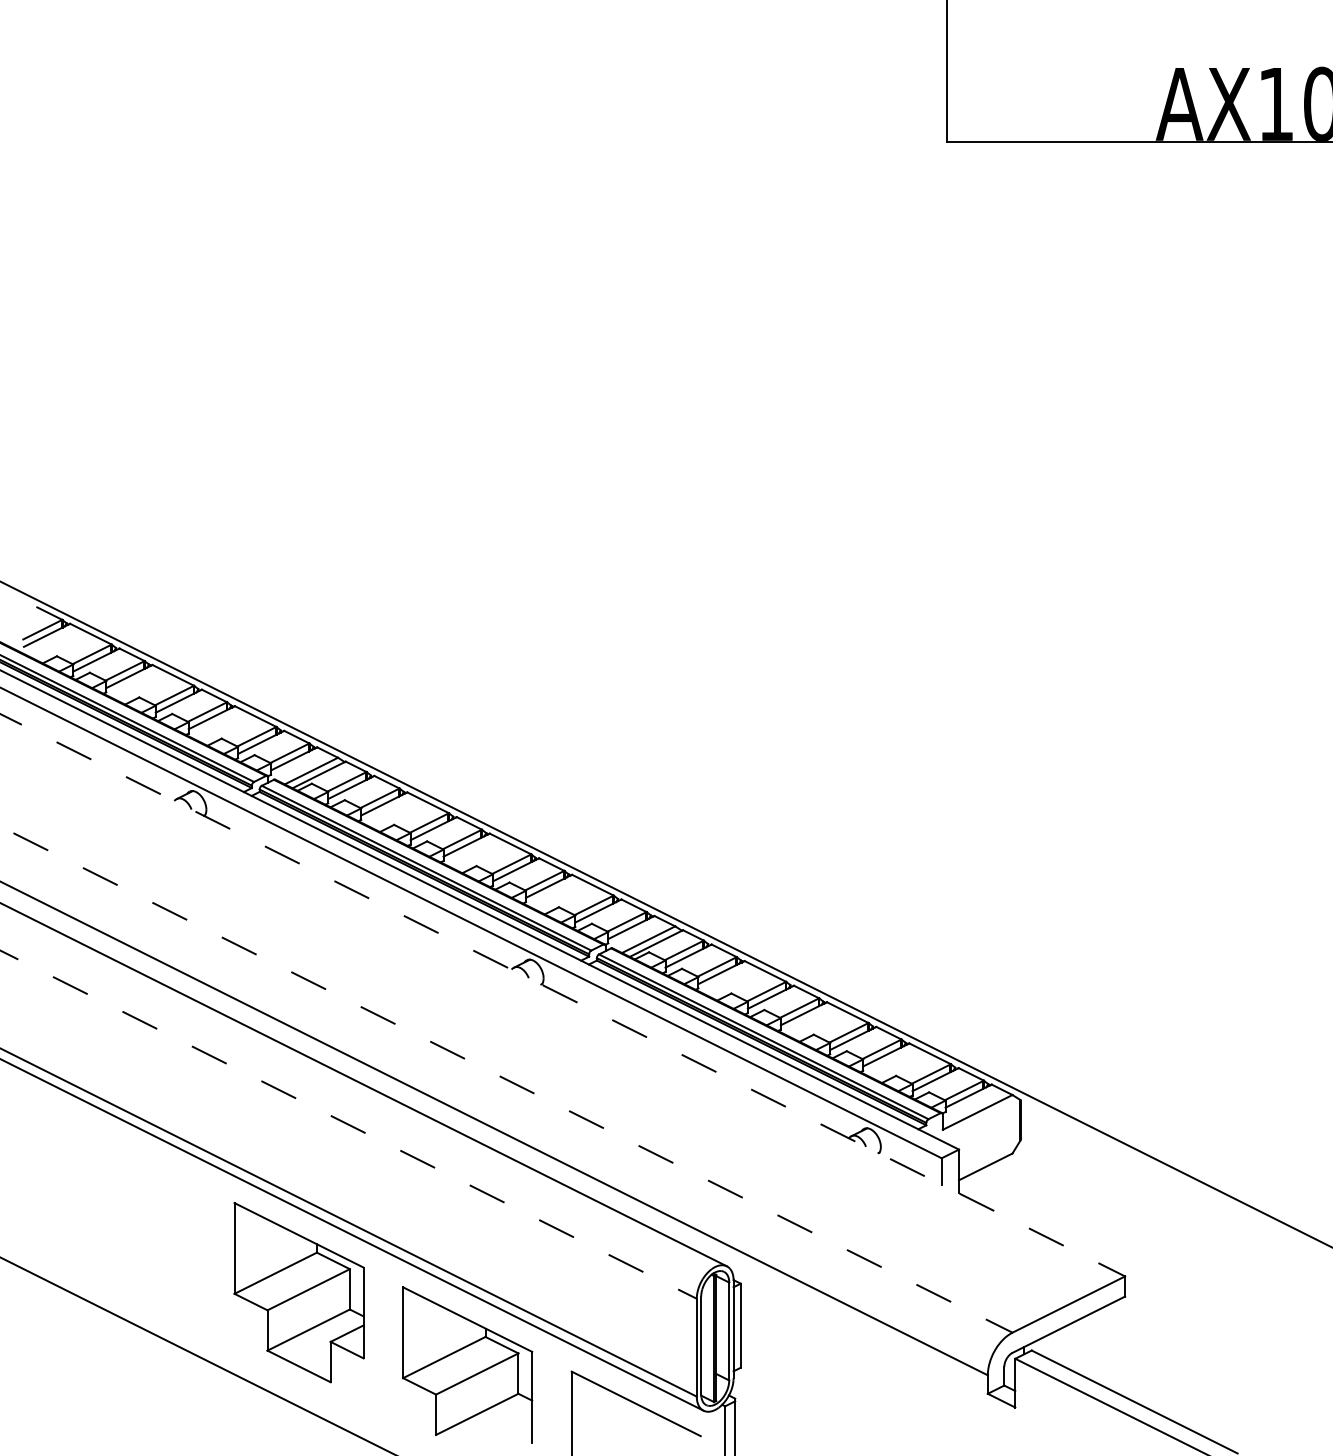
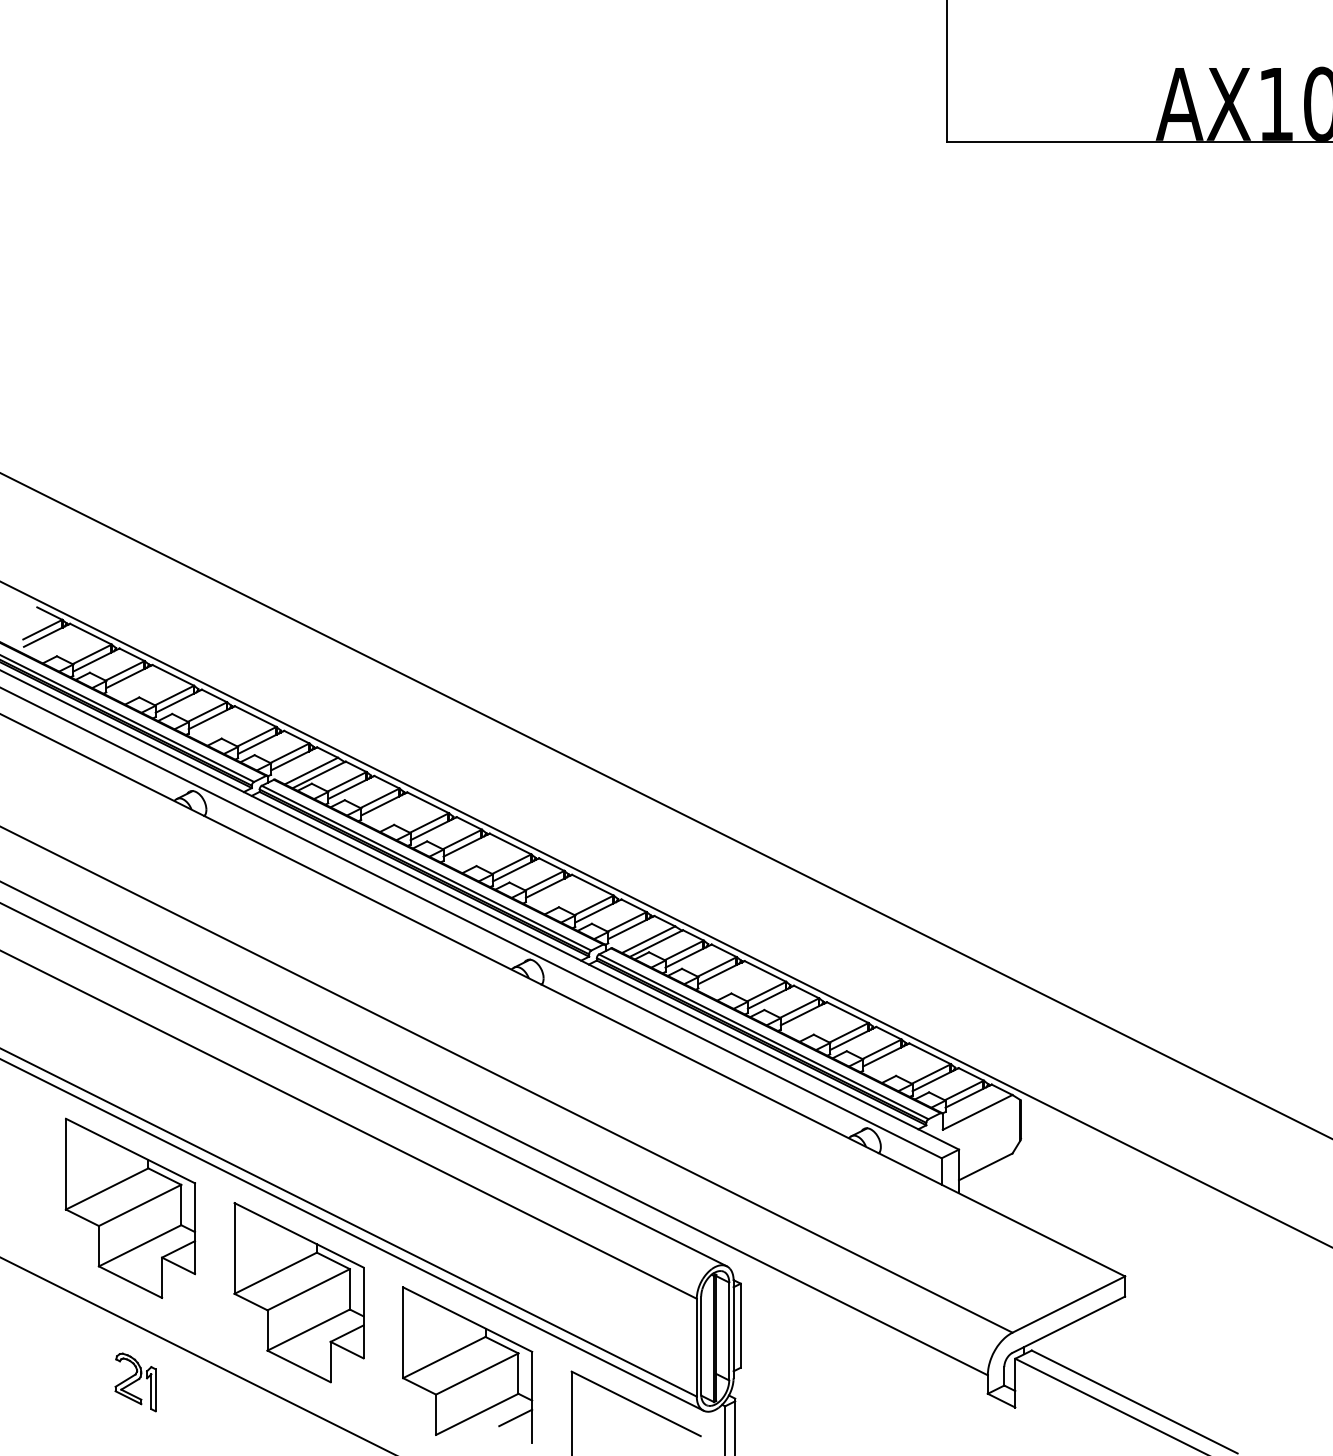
line at (665, 805): none -> present
line at (562, 995): dashed -> solid
line at (506, 1079): dashed -> solid
line at (348, 1124): dashed -> solid
part at (130, 1207): none -> present
part at (135, 1382): none -> present
line at (515, 1417): none -> present
